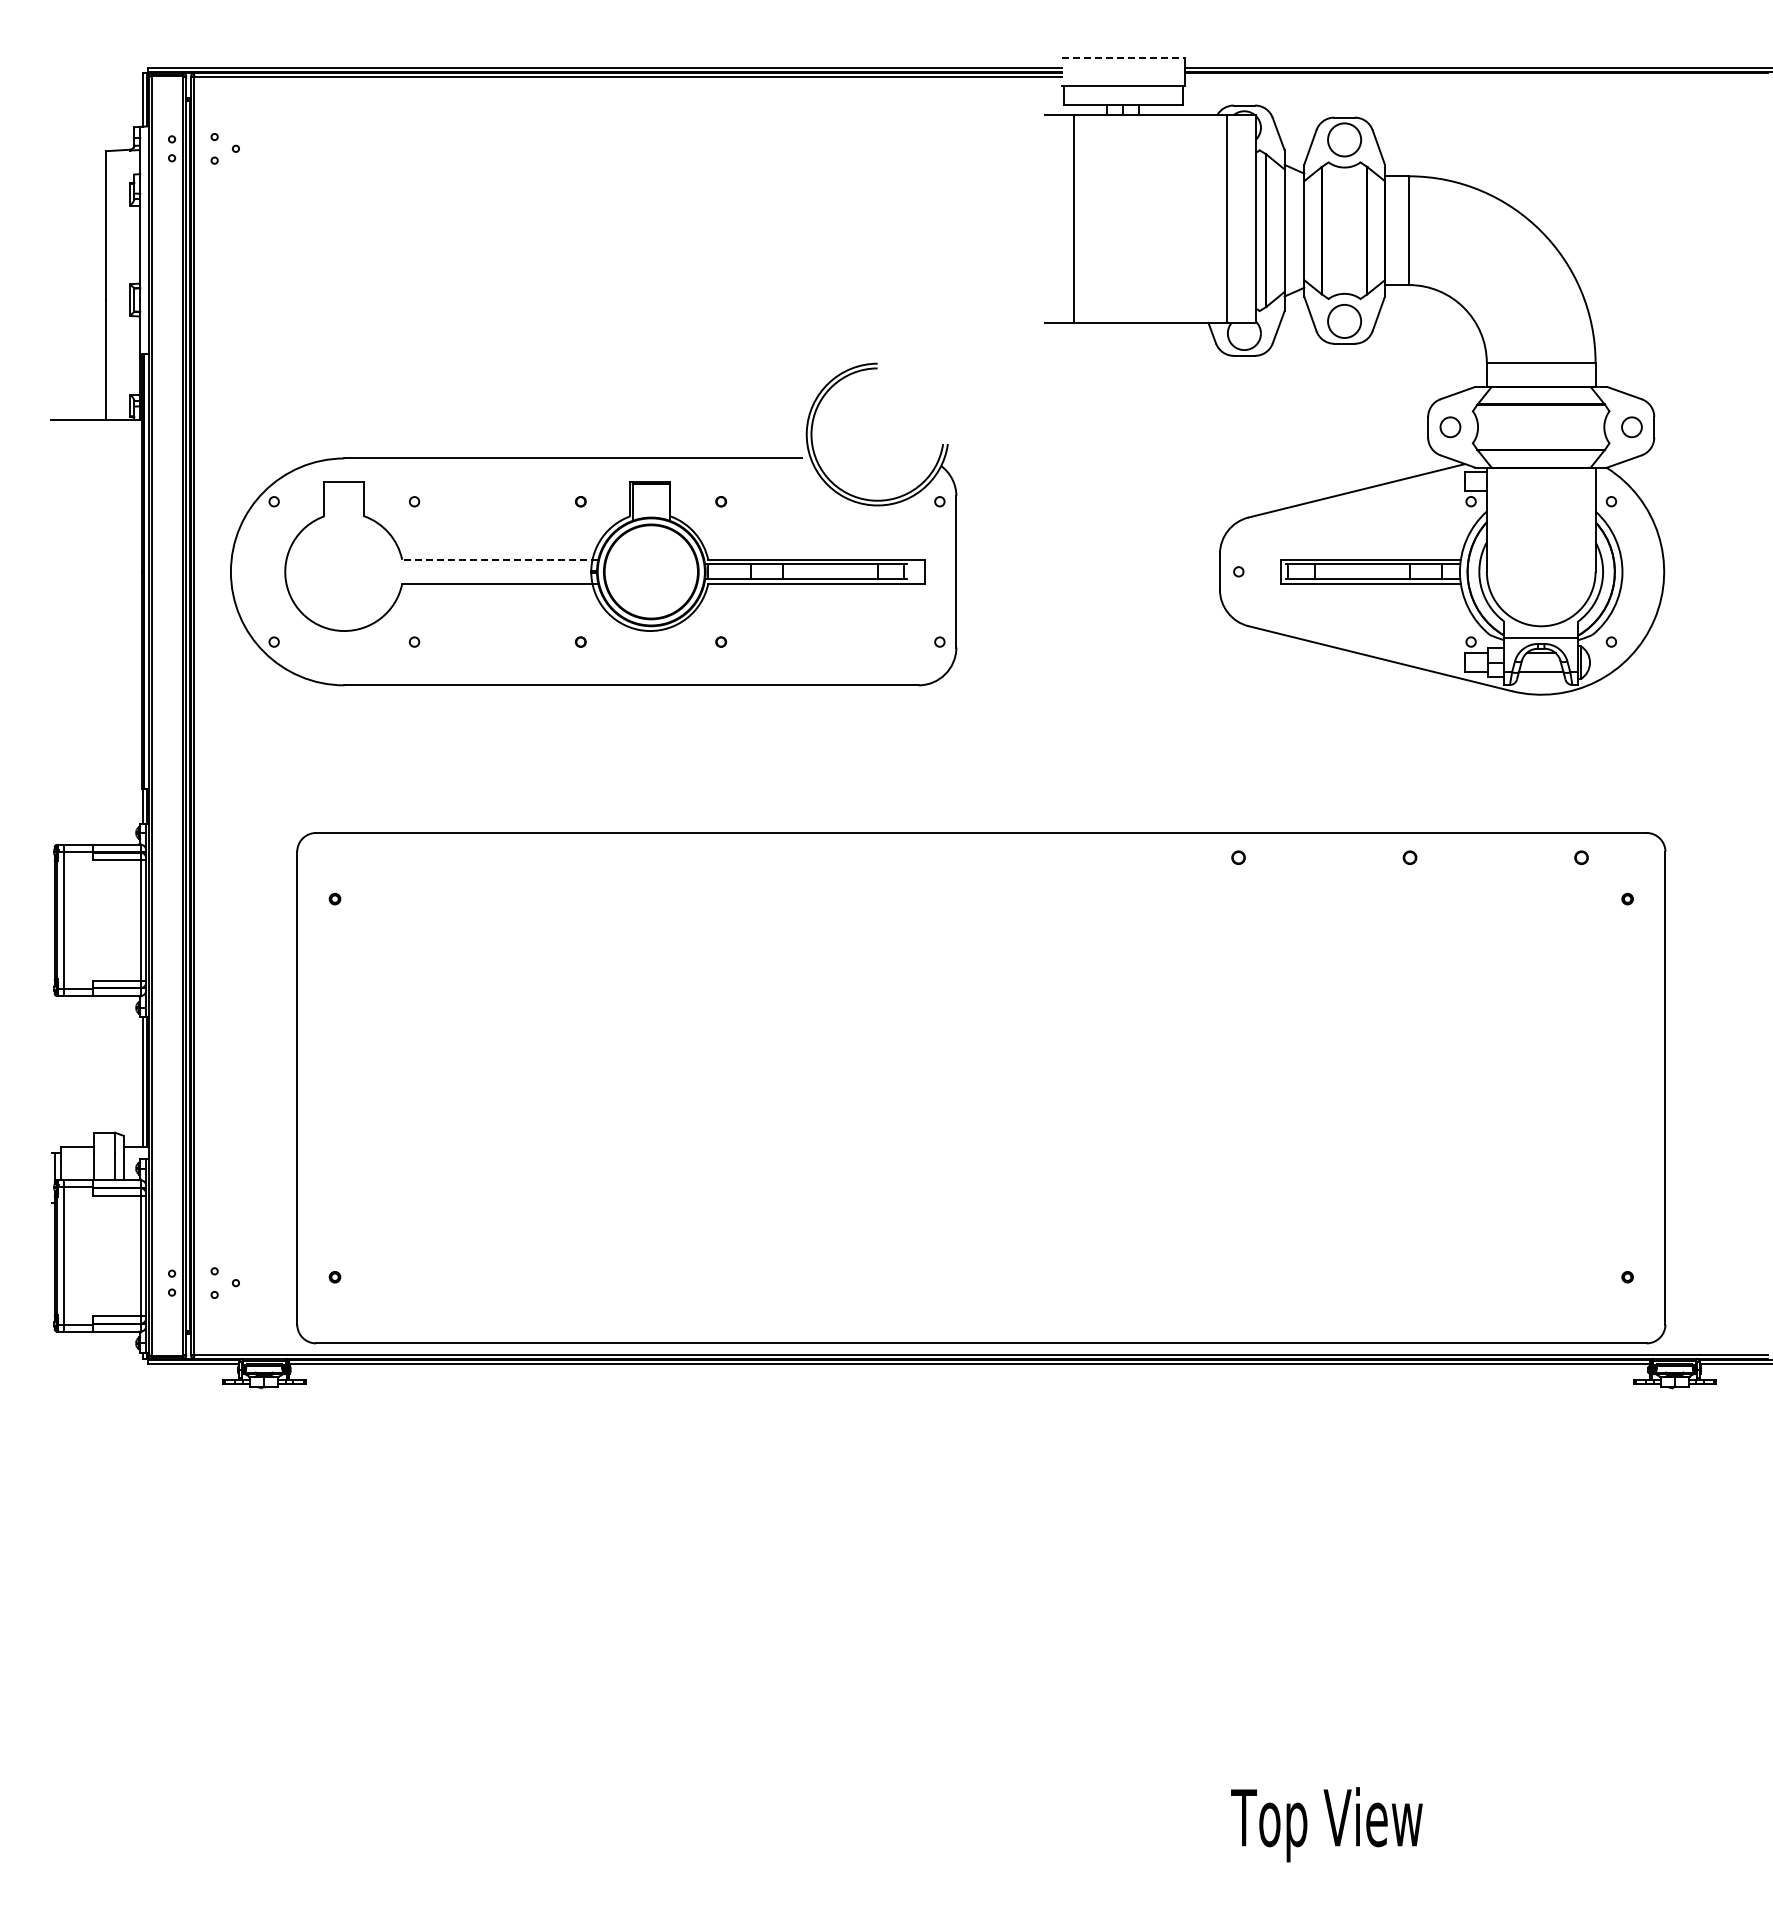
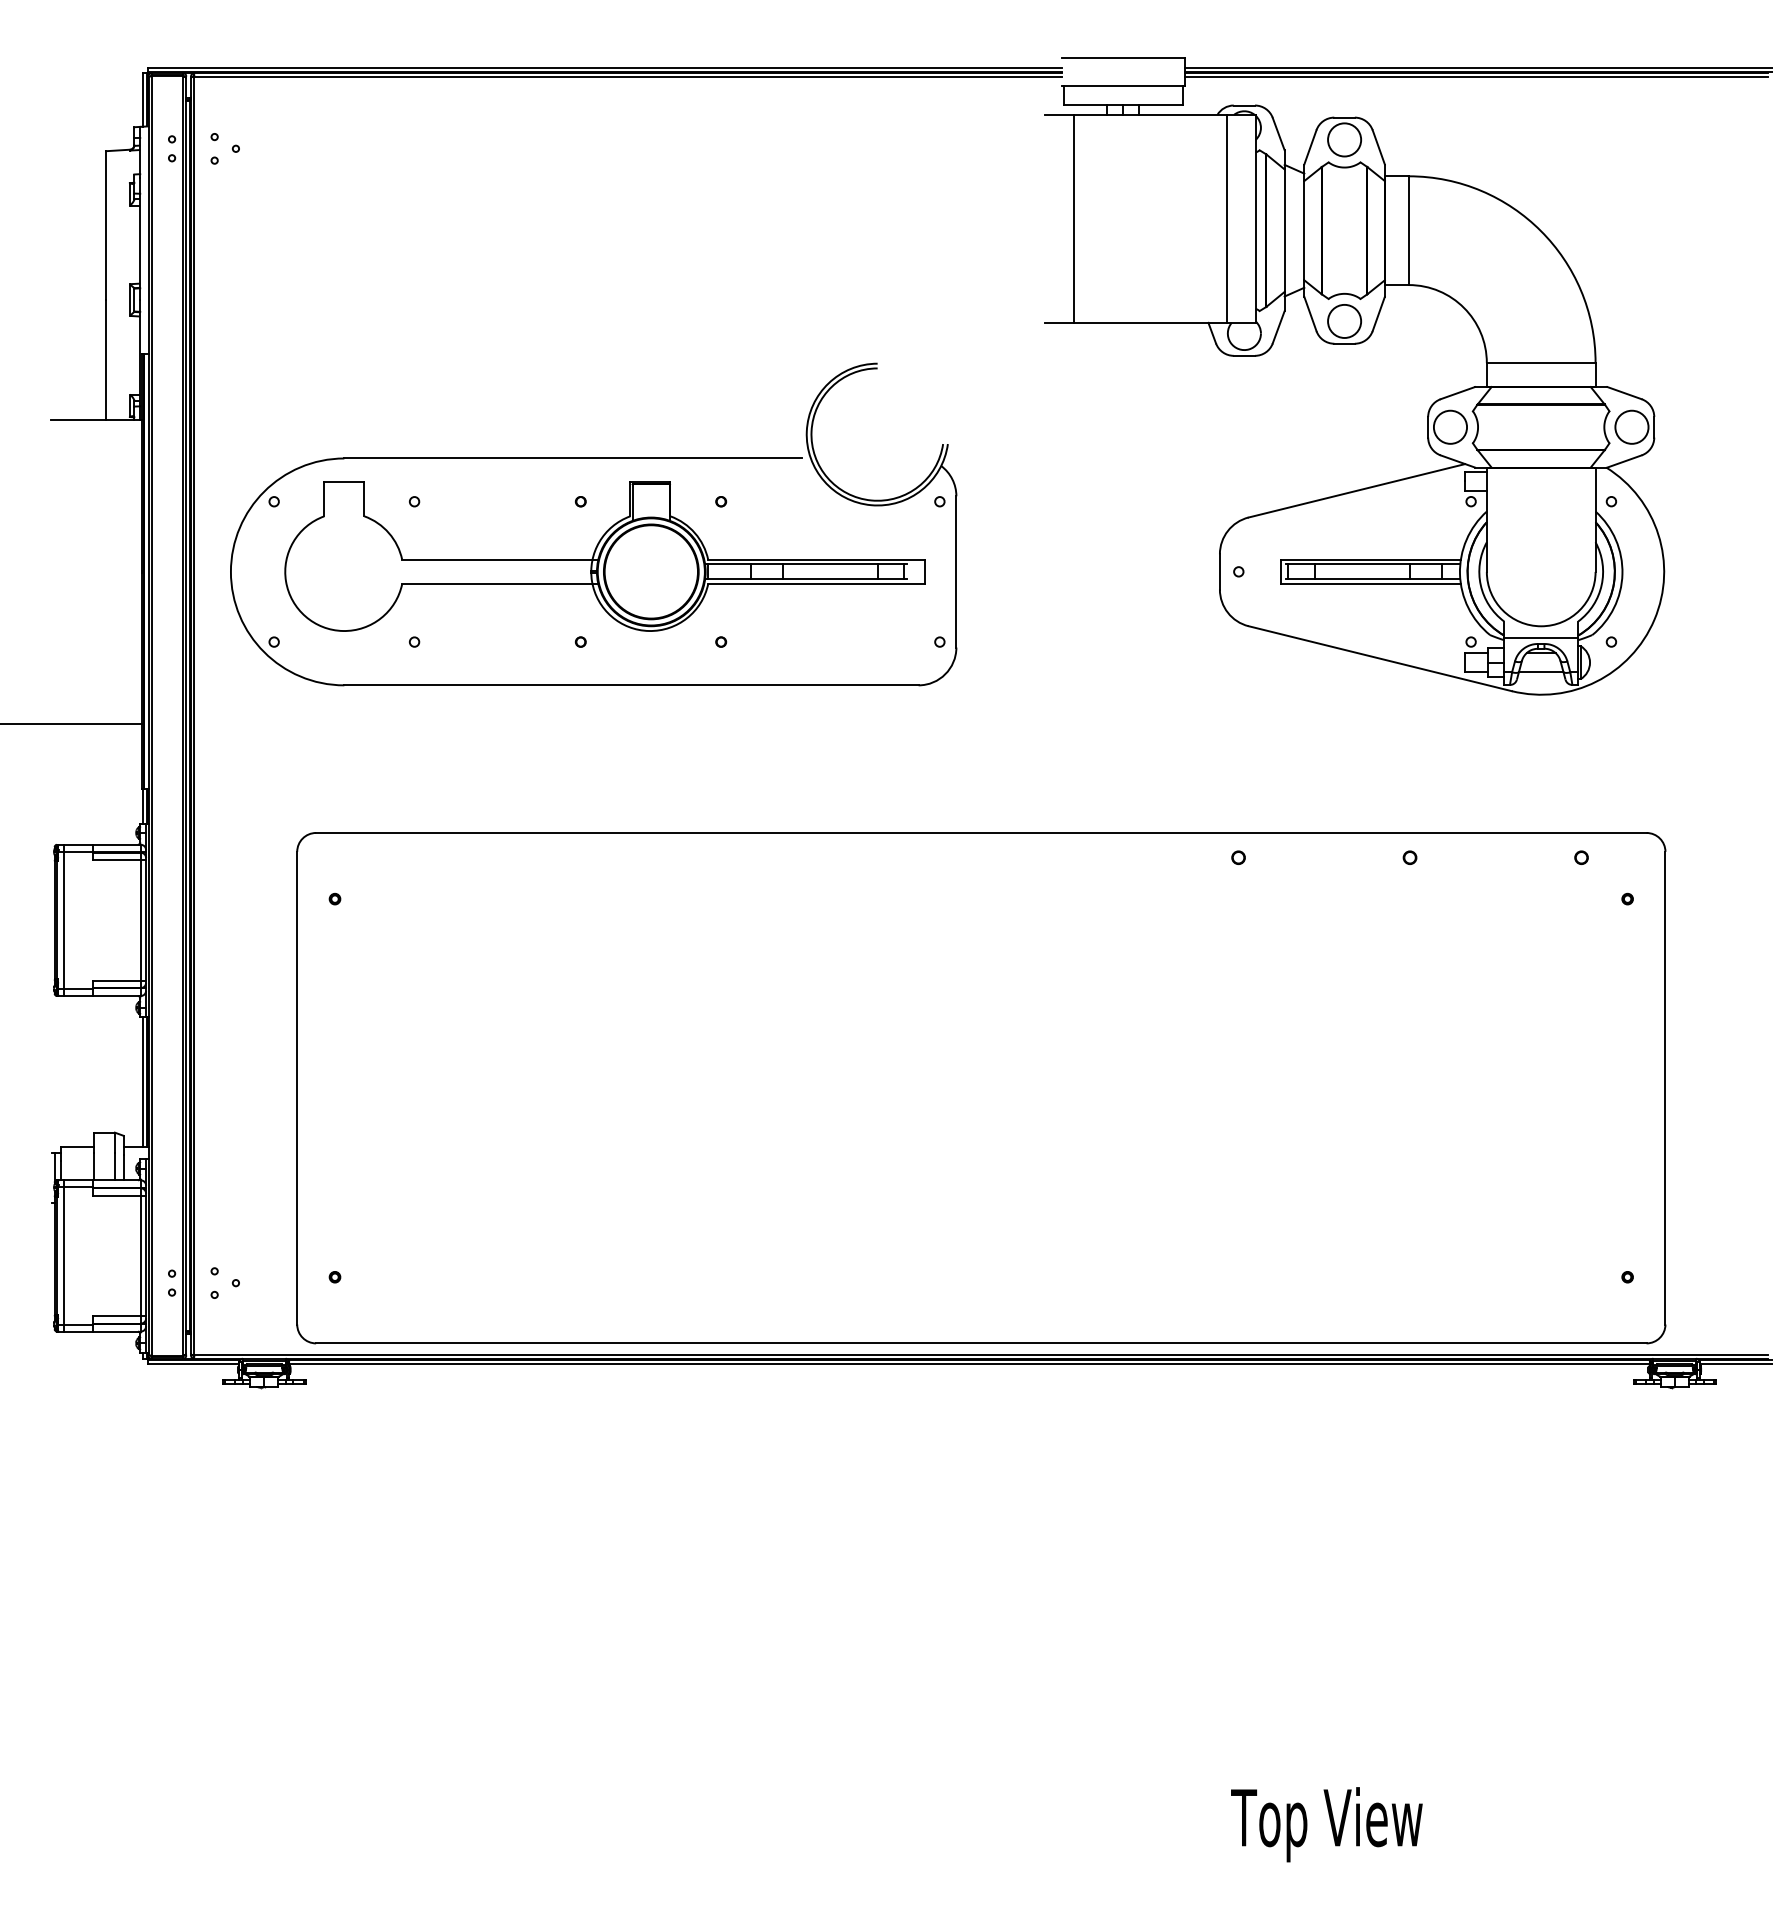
line at (1123, 57): dashed -> solid
line at (1476, 76): none -> present
circle at (1450, 427) diameter: 20 px -> 33 px
circle at (1631, 427) diameter: 20 px -> 33 px
line at (499, 559): dashed -> solid
line at (71, 723): none -> present
